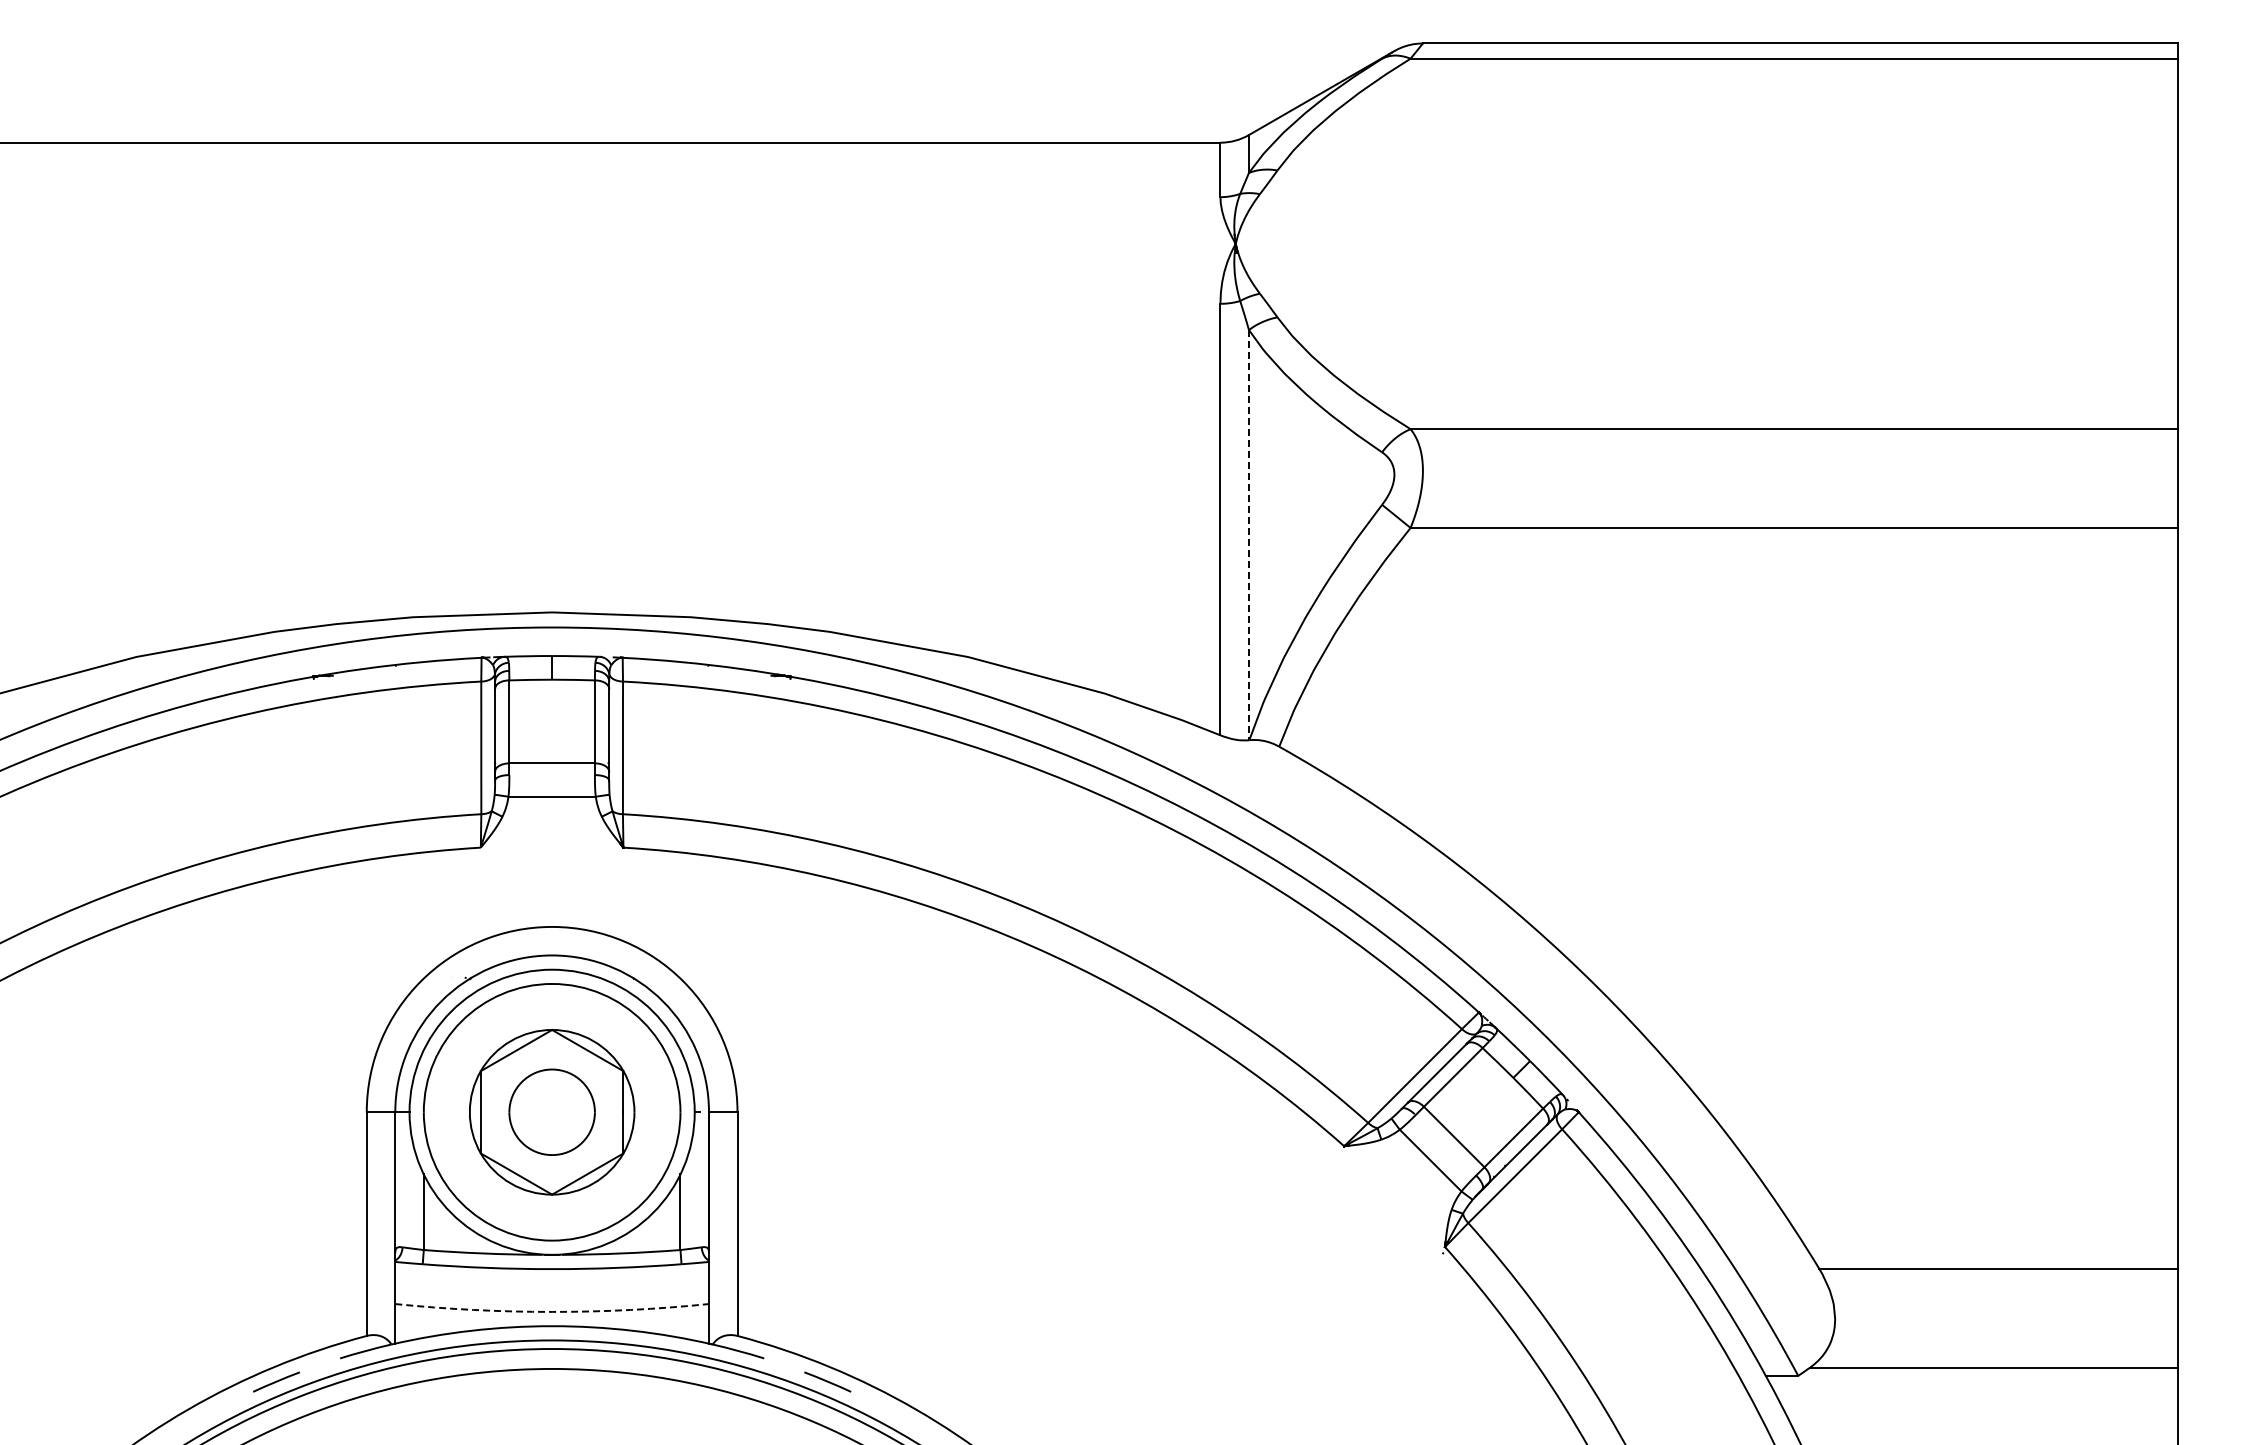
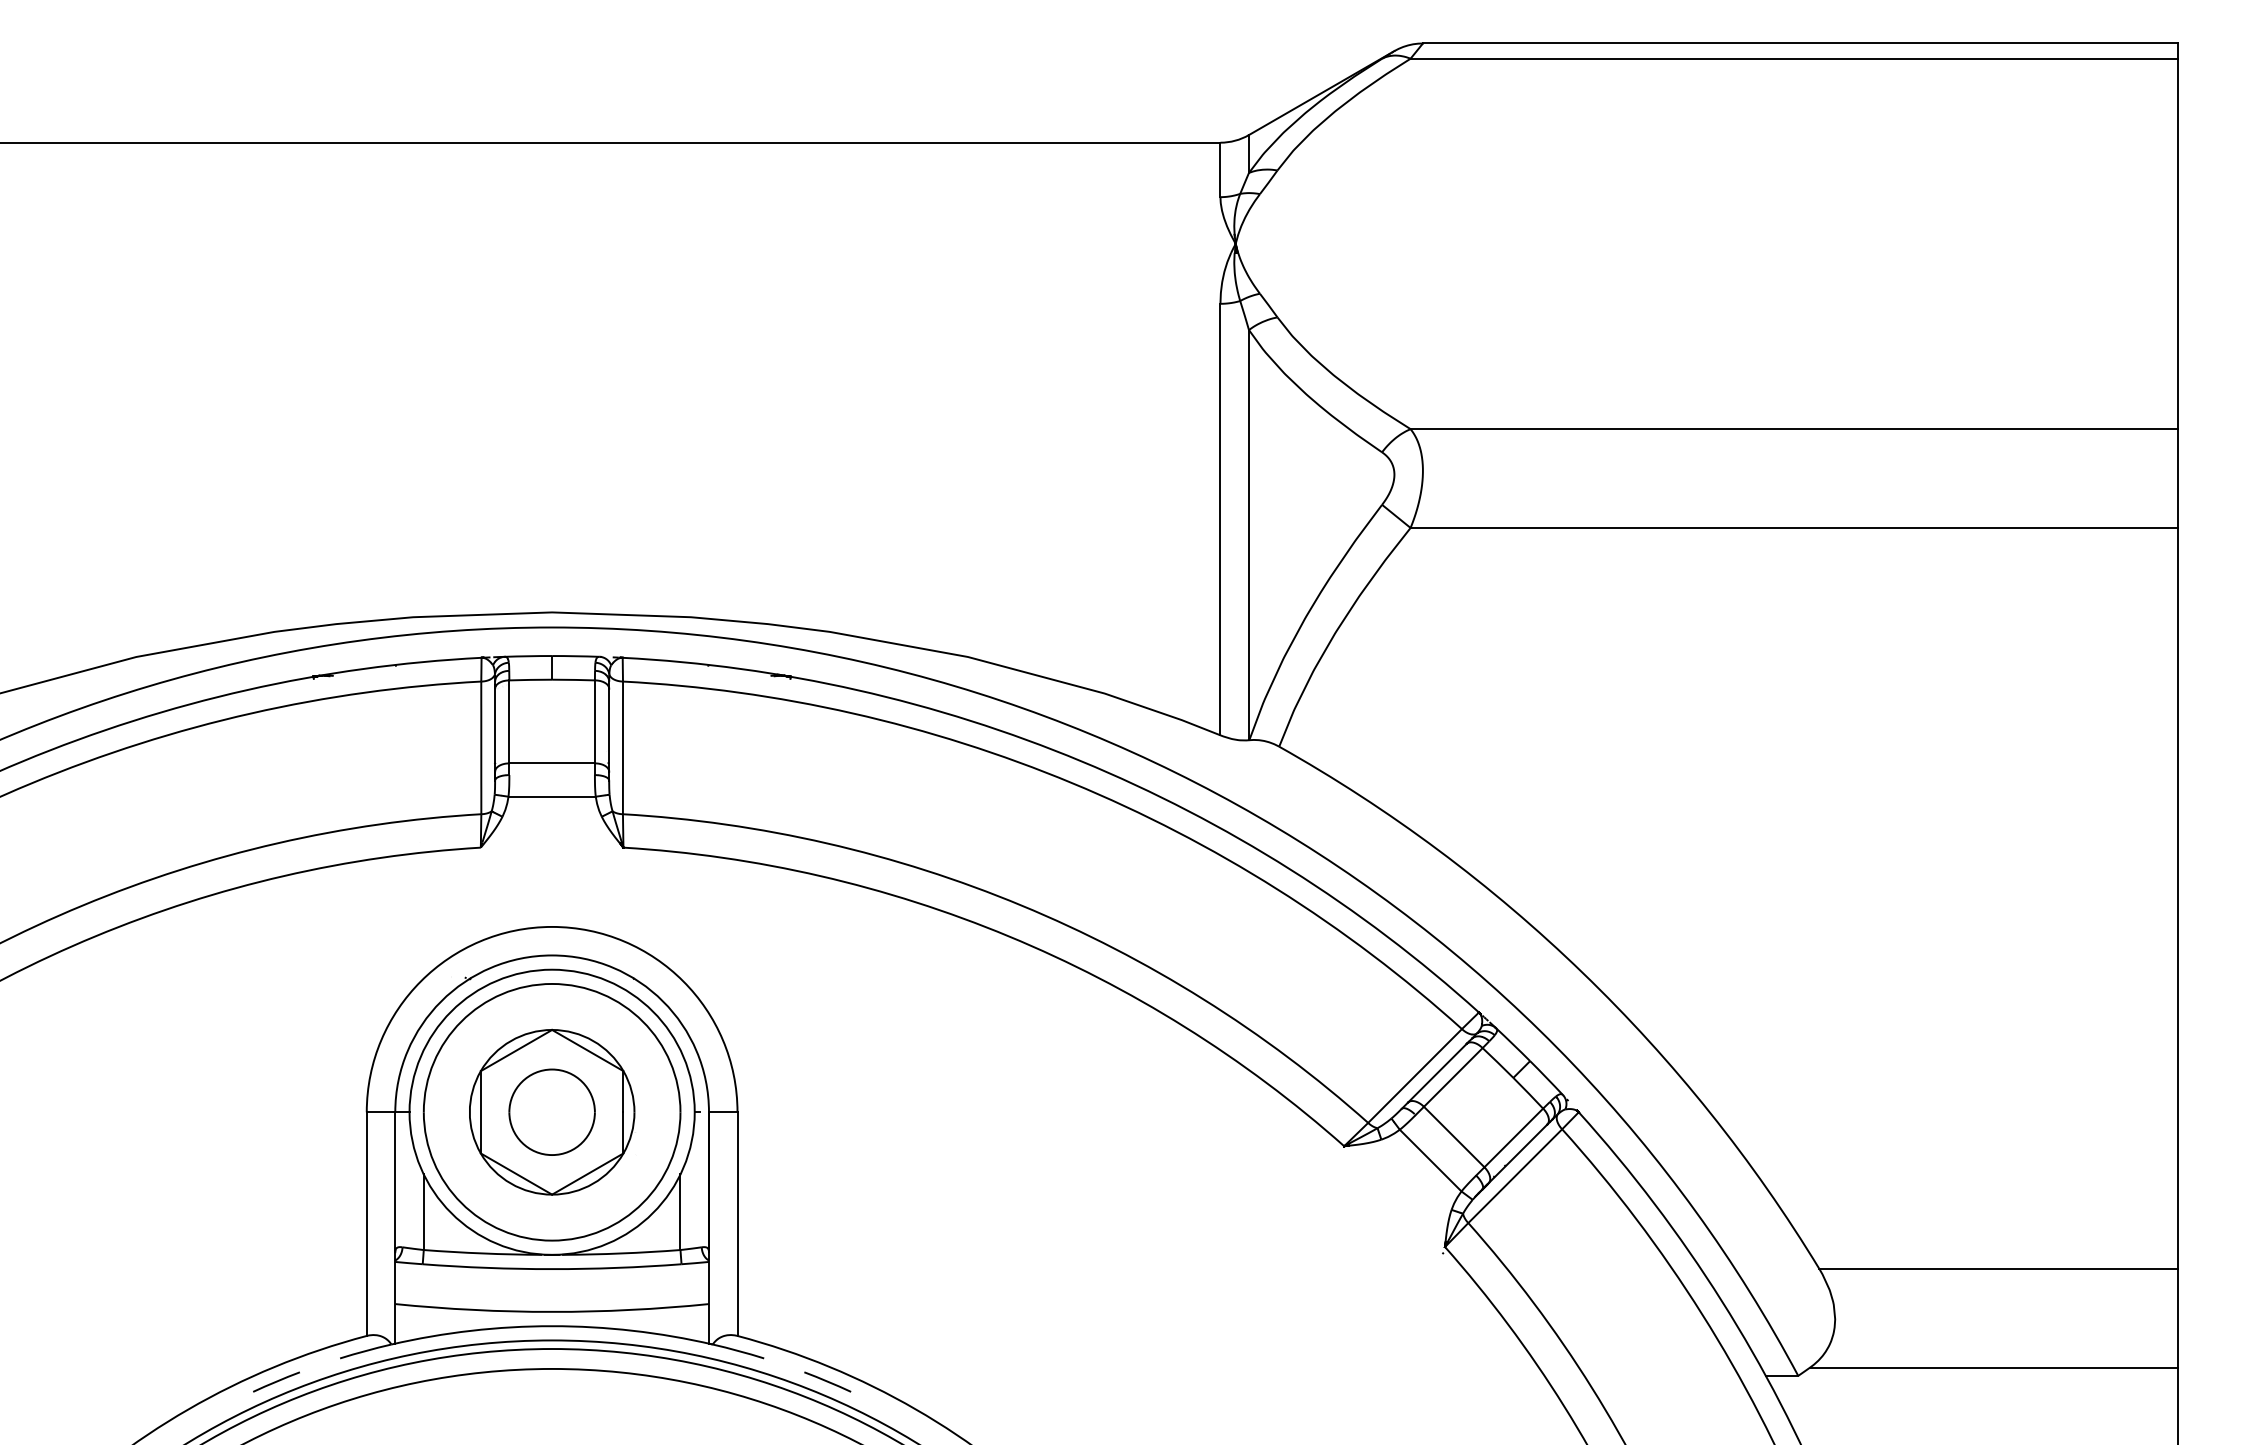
line at (1248, 535): dashed -> solid
arc at (552, 1311): dashed -> solid
